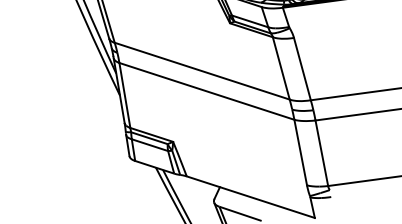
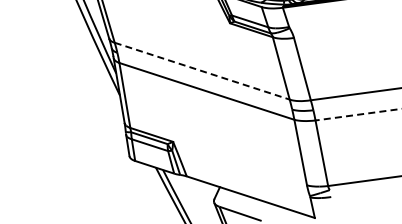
line at (202, 71): solid -> dashed
line at (358, 114): solid -> dashed
